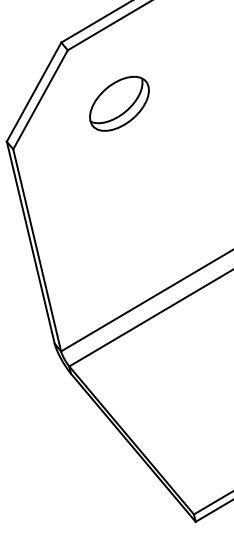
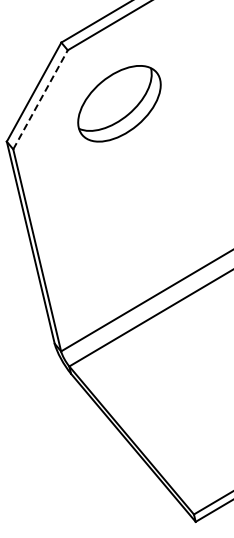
line at (40, 99): solid -> dashed
part at (119, 103) size: 61x56 px -> 85x78 px
